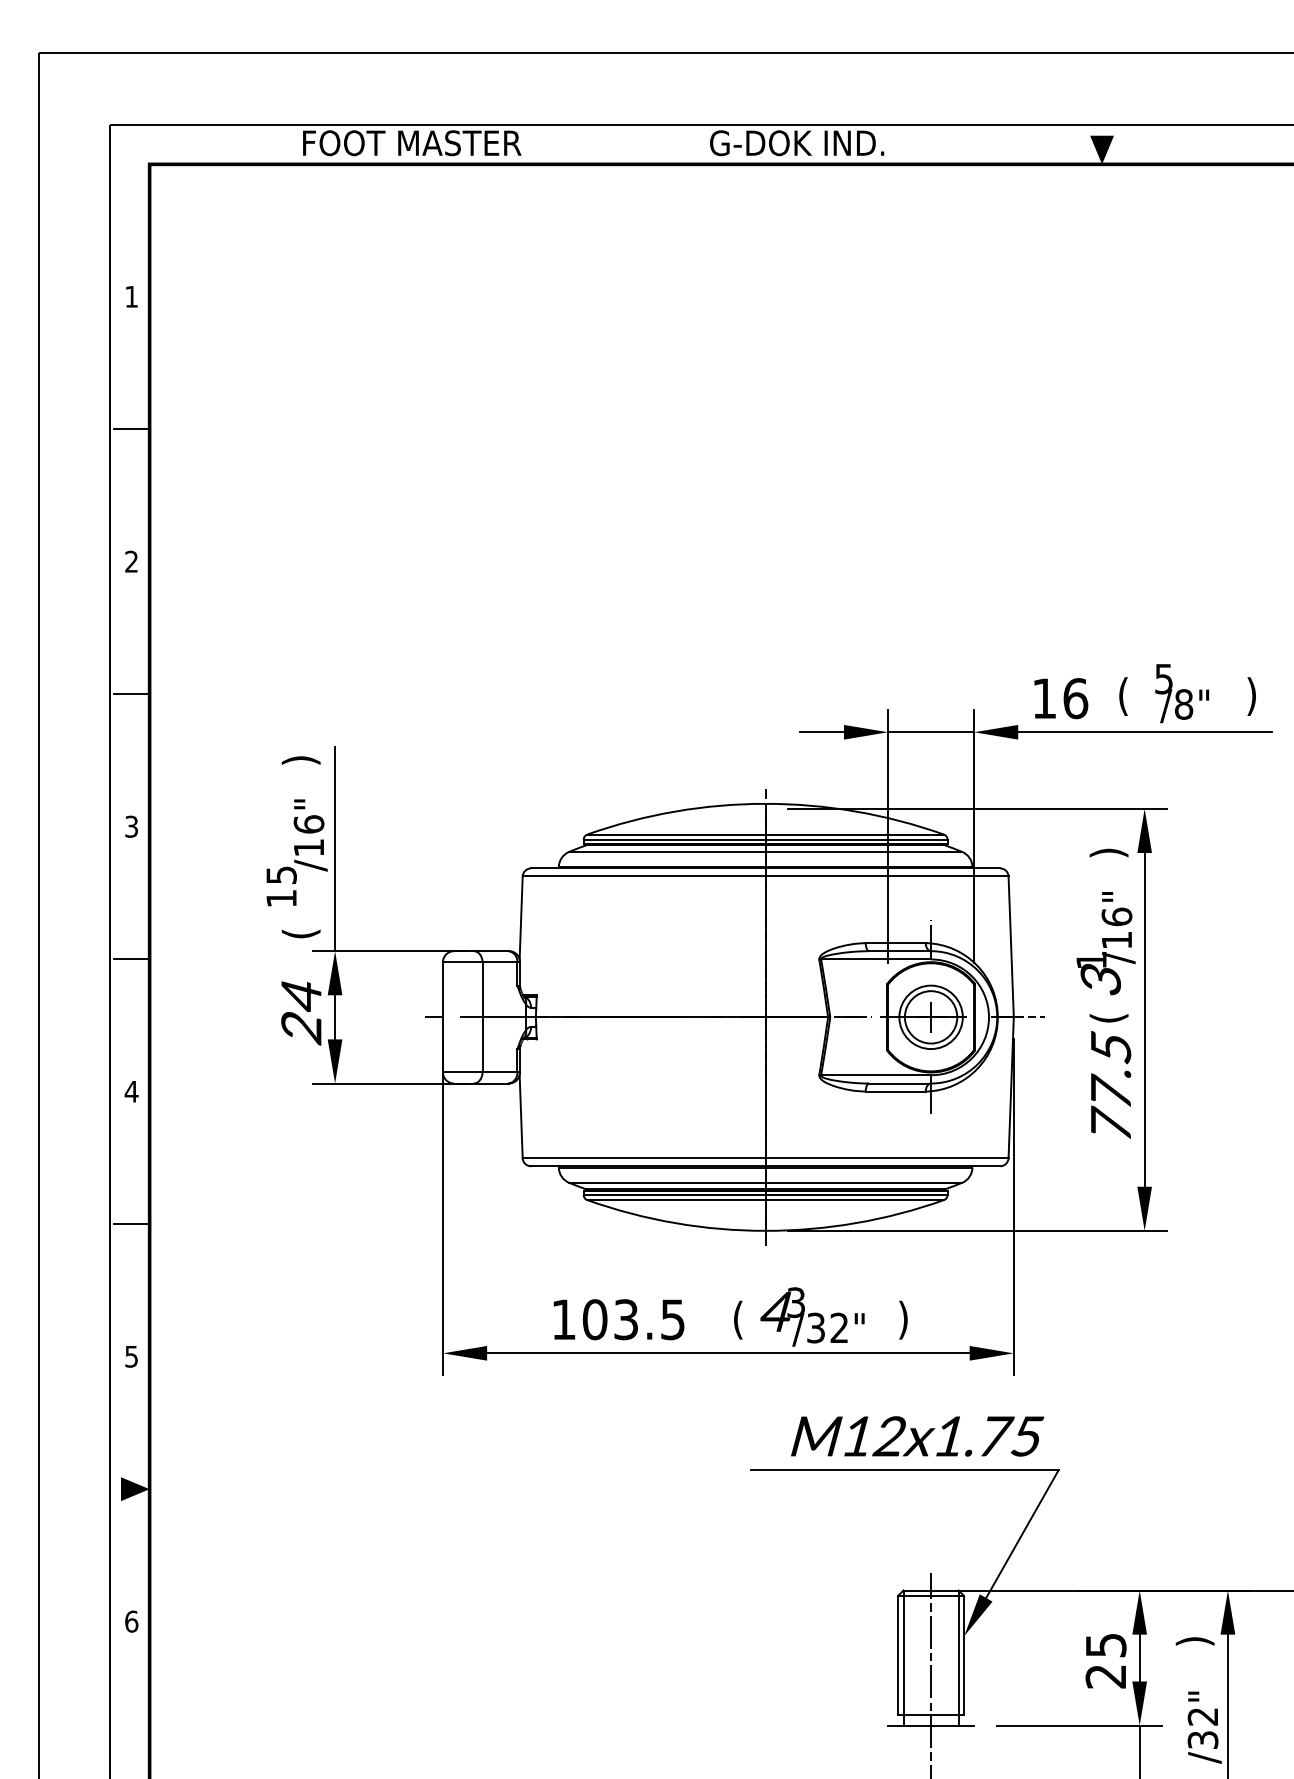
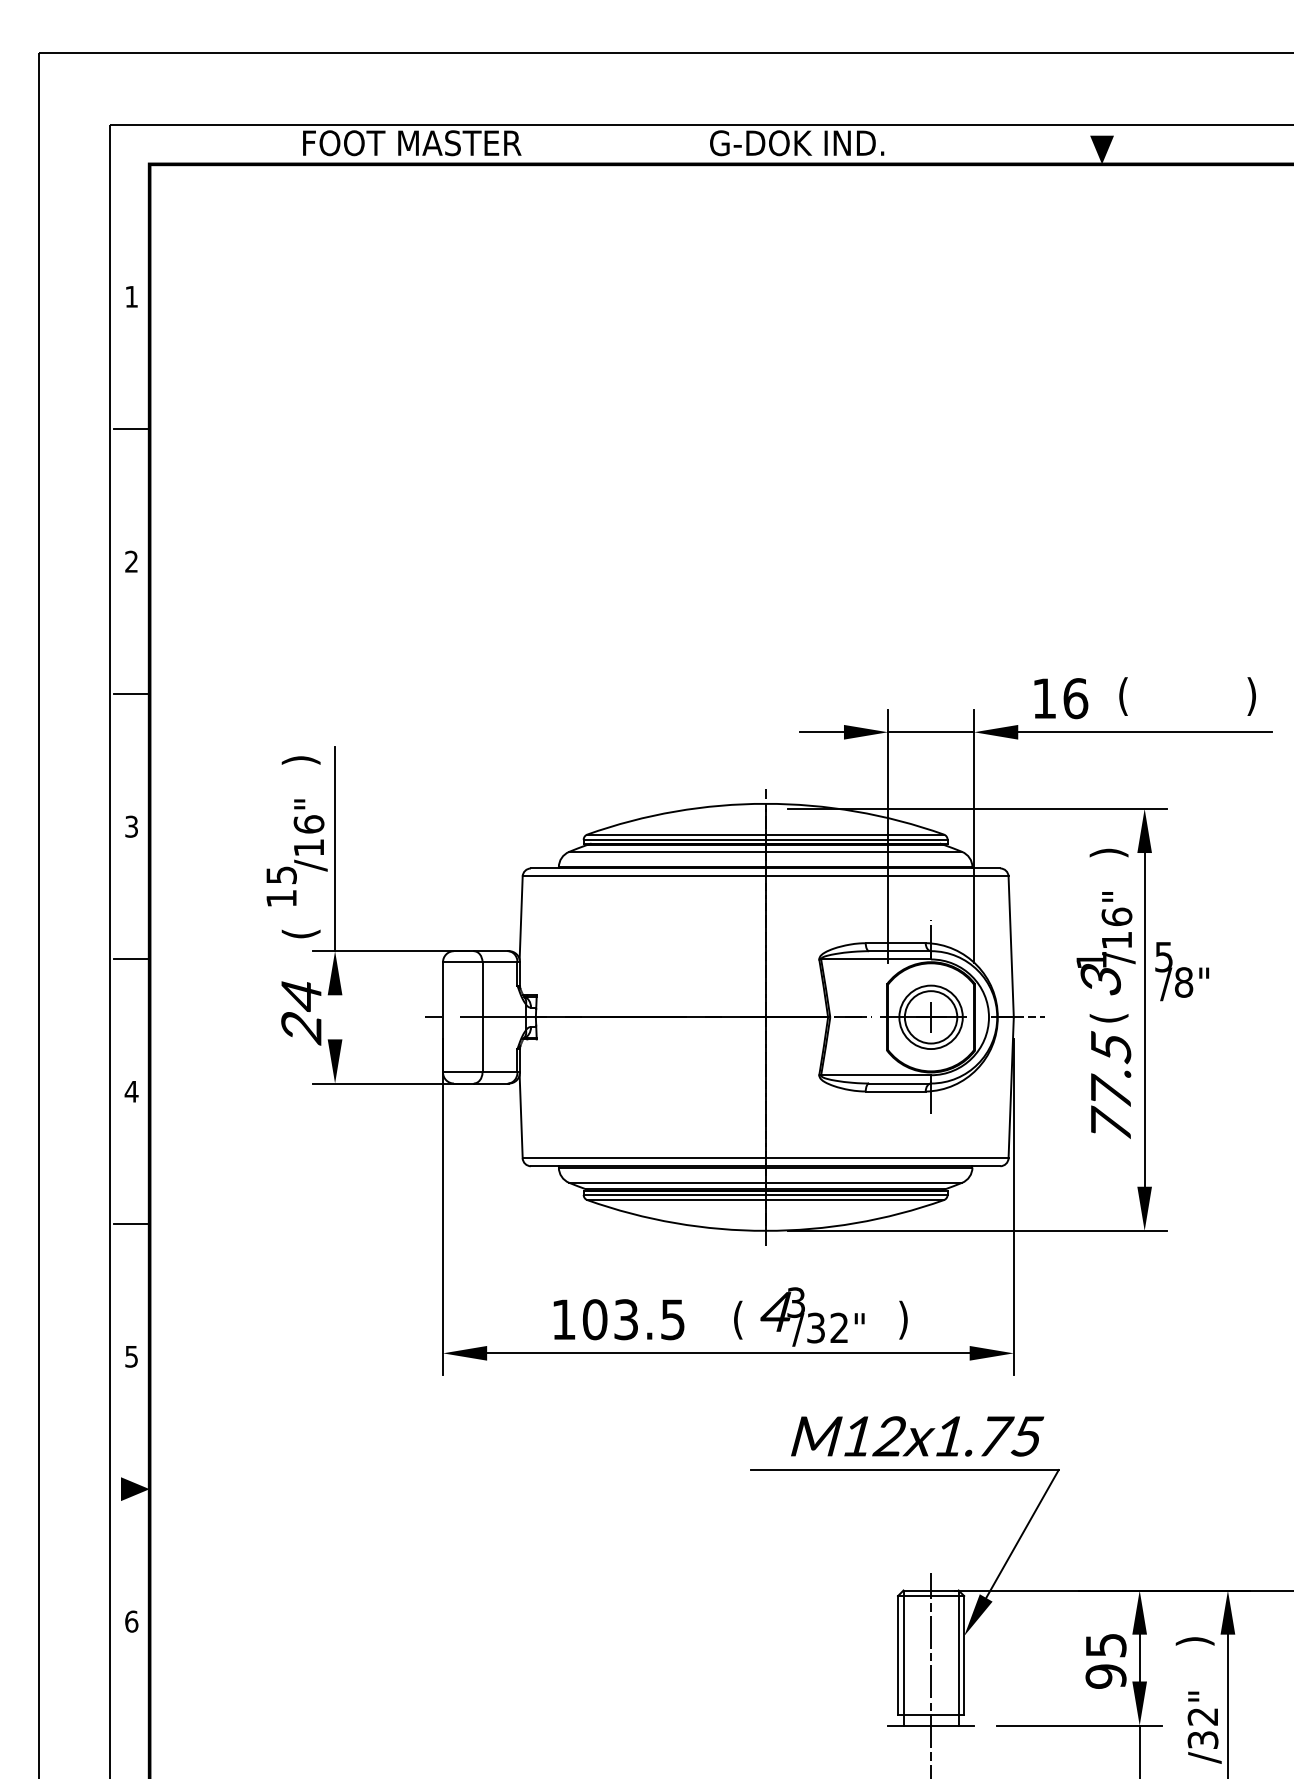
text at (1182, 693) position: (1182, 693) -> (1182, 971)
line at (335, 1017): present -> none
text at (1105, 1676): 25 -> 95
